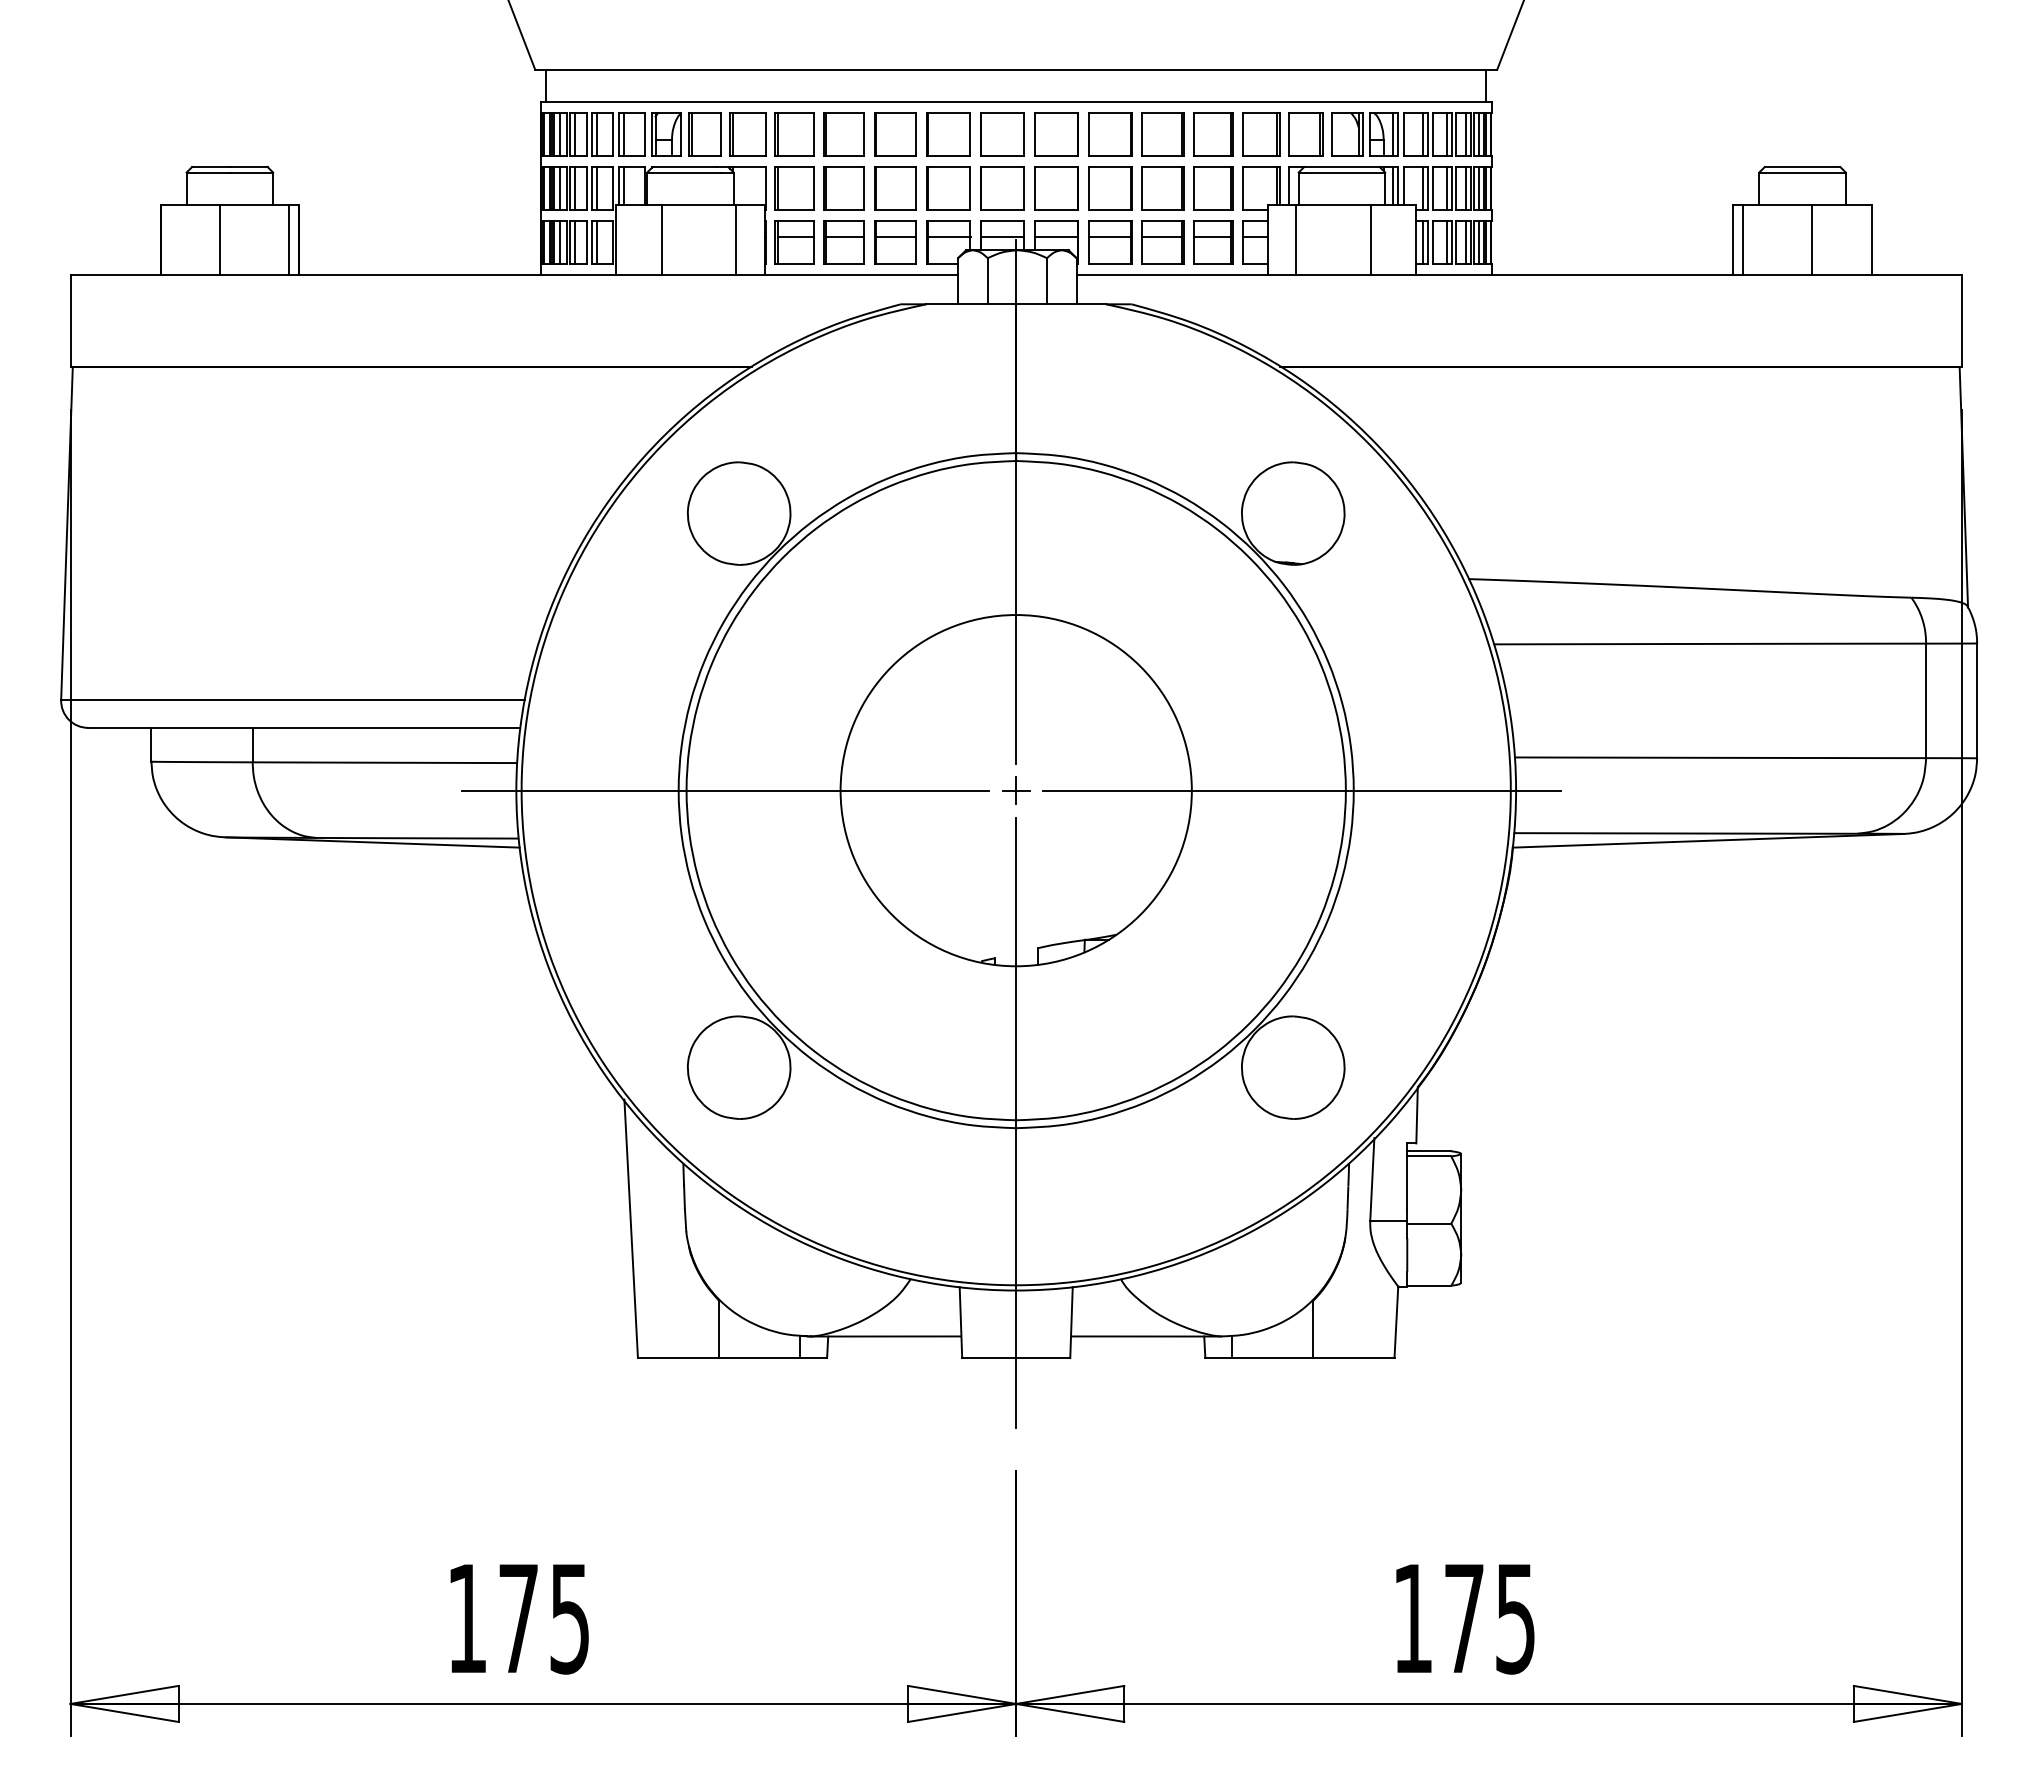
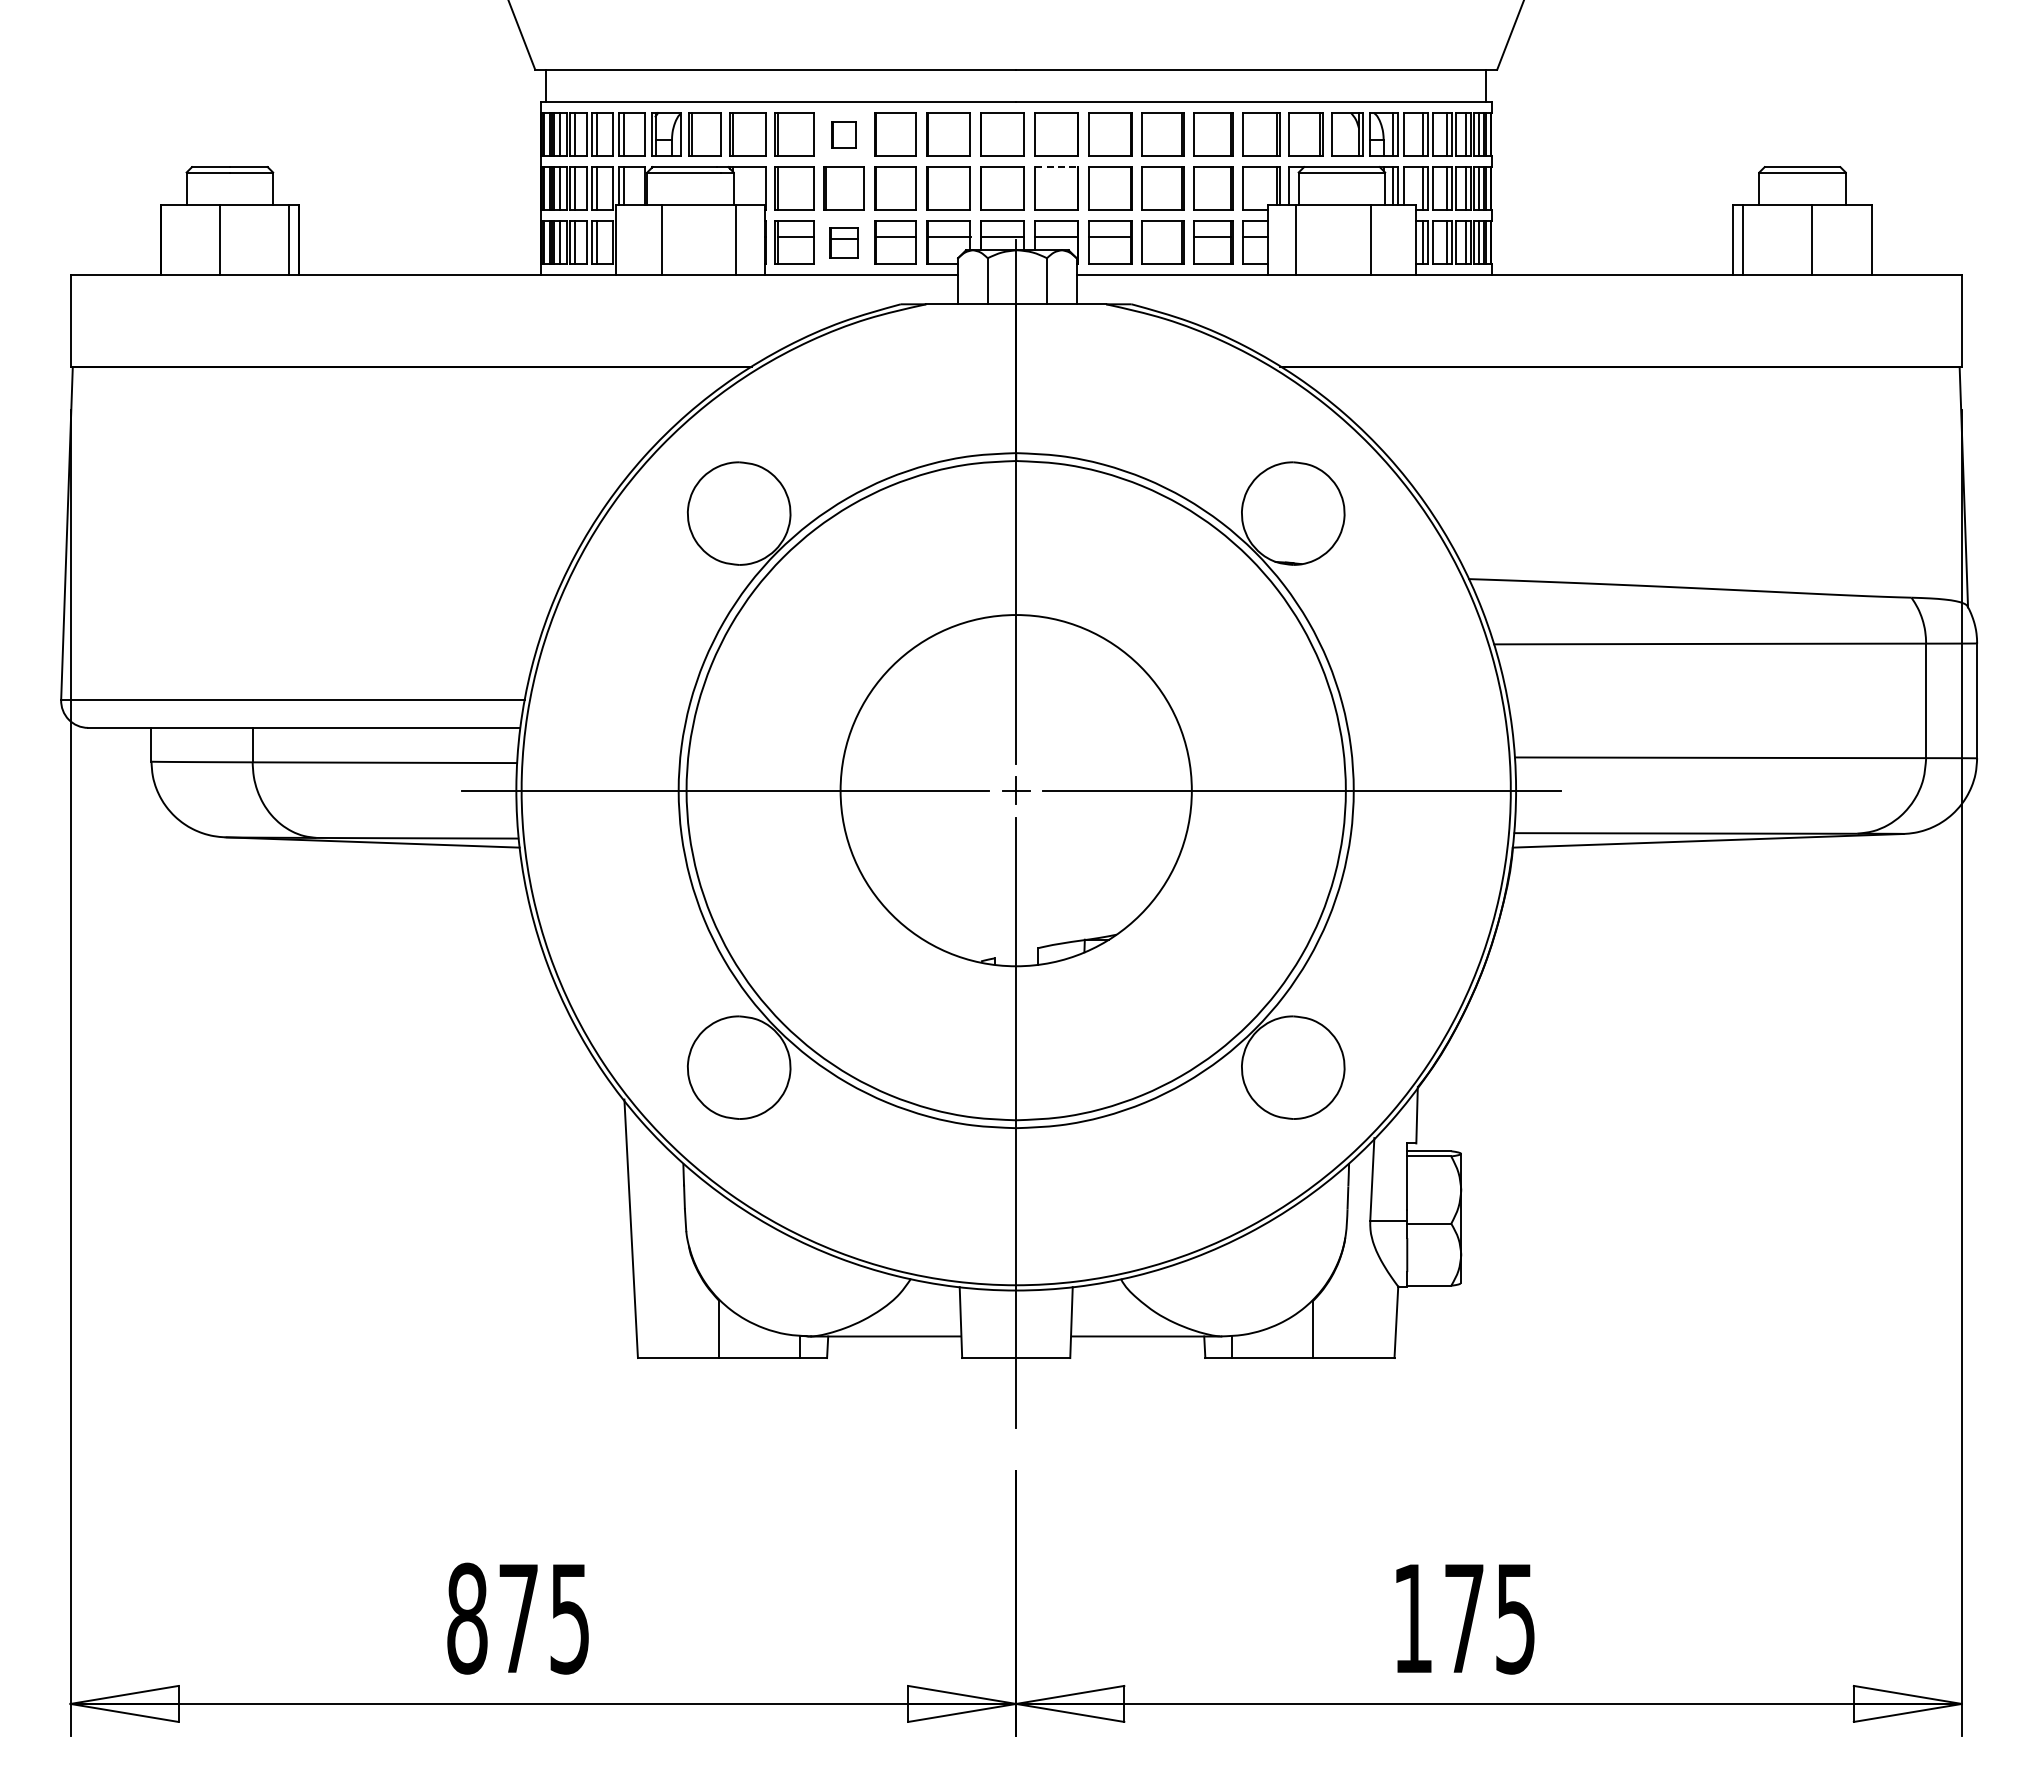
part at (843, 134) size: 42x45 px -> 26x28 px
line at (1056, 167): solid -> dashed
line at (1161, 237): present -> none
part at (843, 242) size: 42x45 px -> 30x32 px
text at (467, 1618): 175 -> 875
